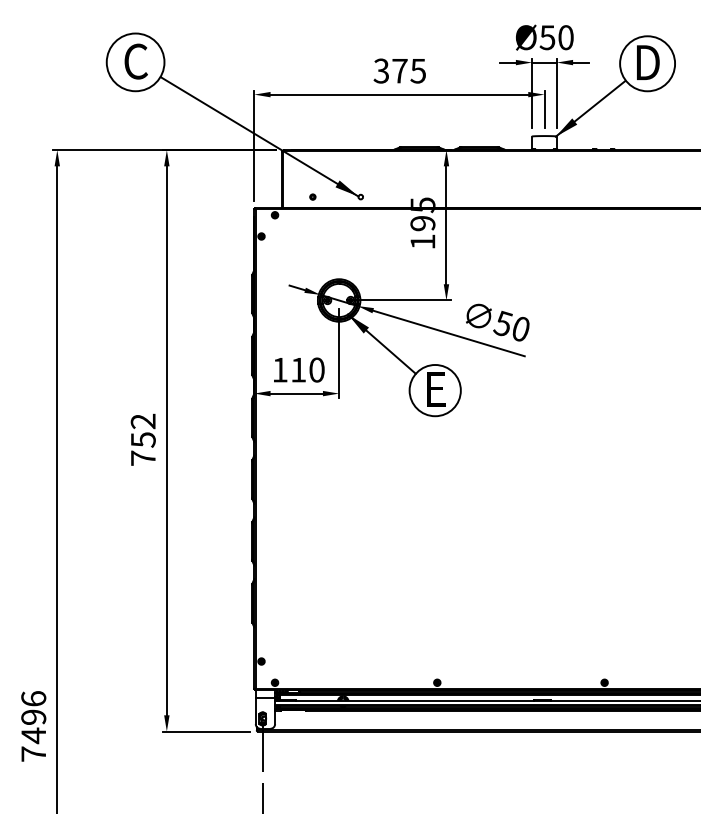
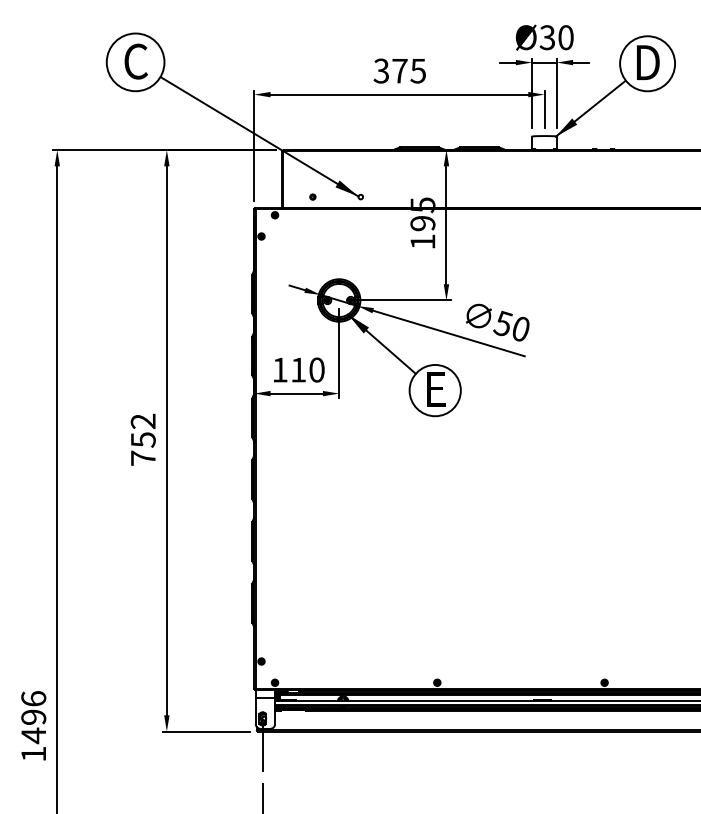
text at (547, 37): Ø50 -> Ø30
text at (33, 753): 7496 -> 1496
